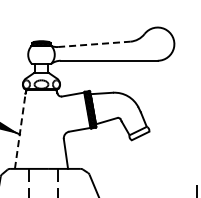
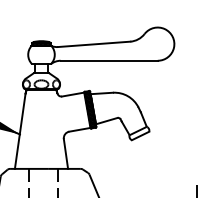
line at (94, 44): dashed -> solid
line at (20, 131): dashed -> solid
